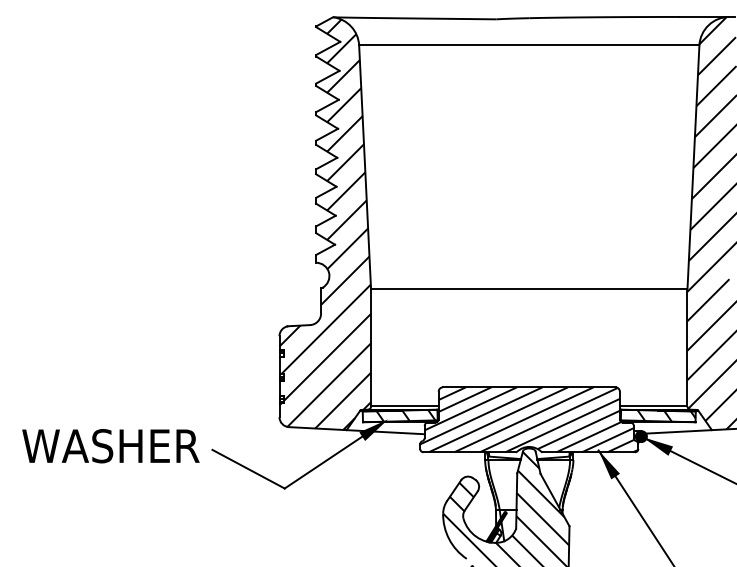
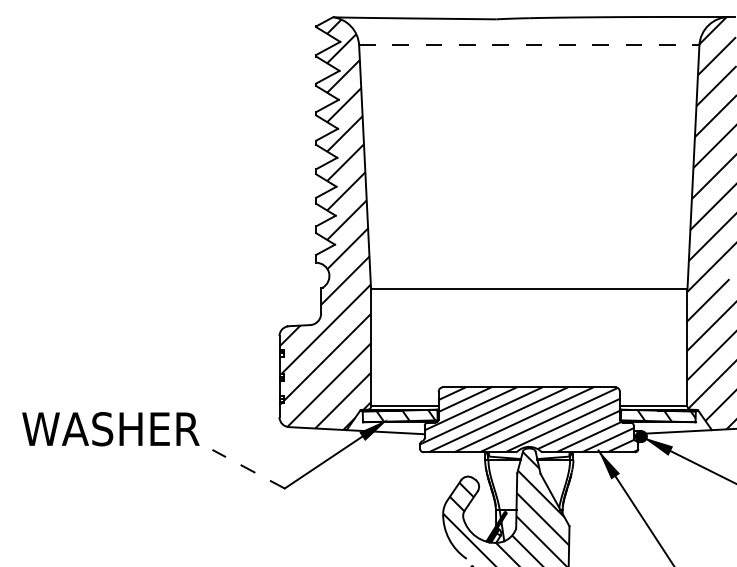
line at (529, 45): solid -> dashed
text at (110, 446) position: (110, 446) -> (110, 429)
line at (248, 469): solid -> dashed
